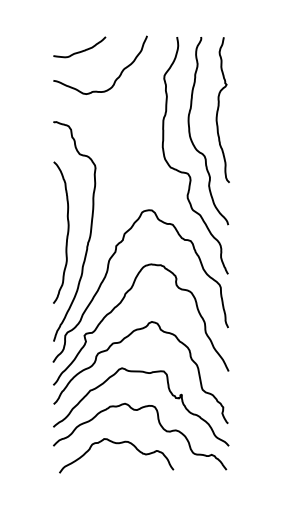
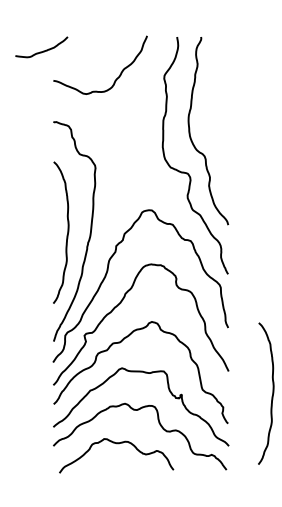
curve at (81, 50) position: (81, 50) -> (43, 50)
curve at (218, 110): present -> none
curve at (271, 396): none -> present
